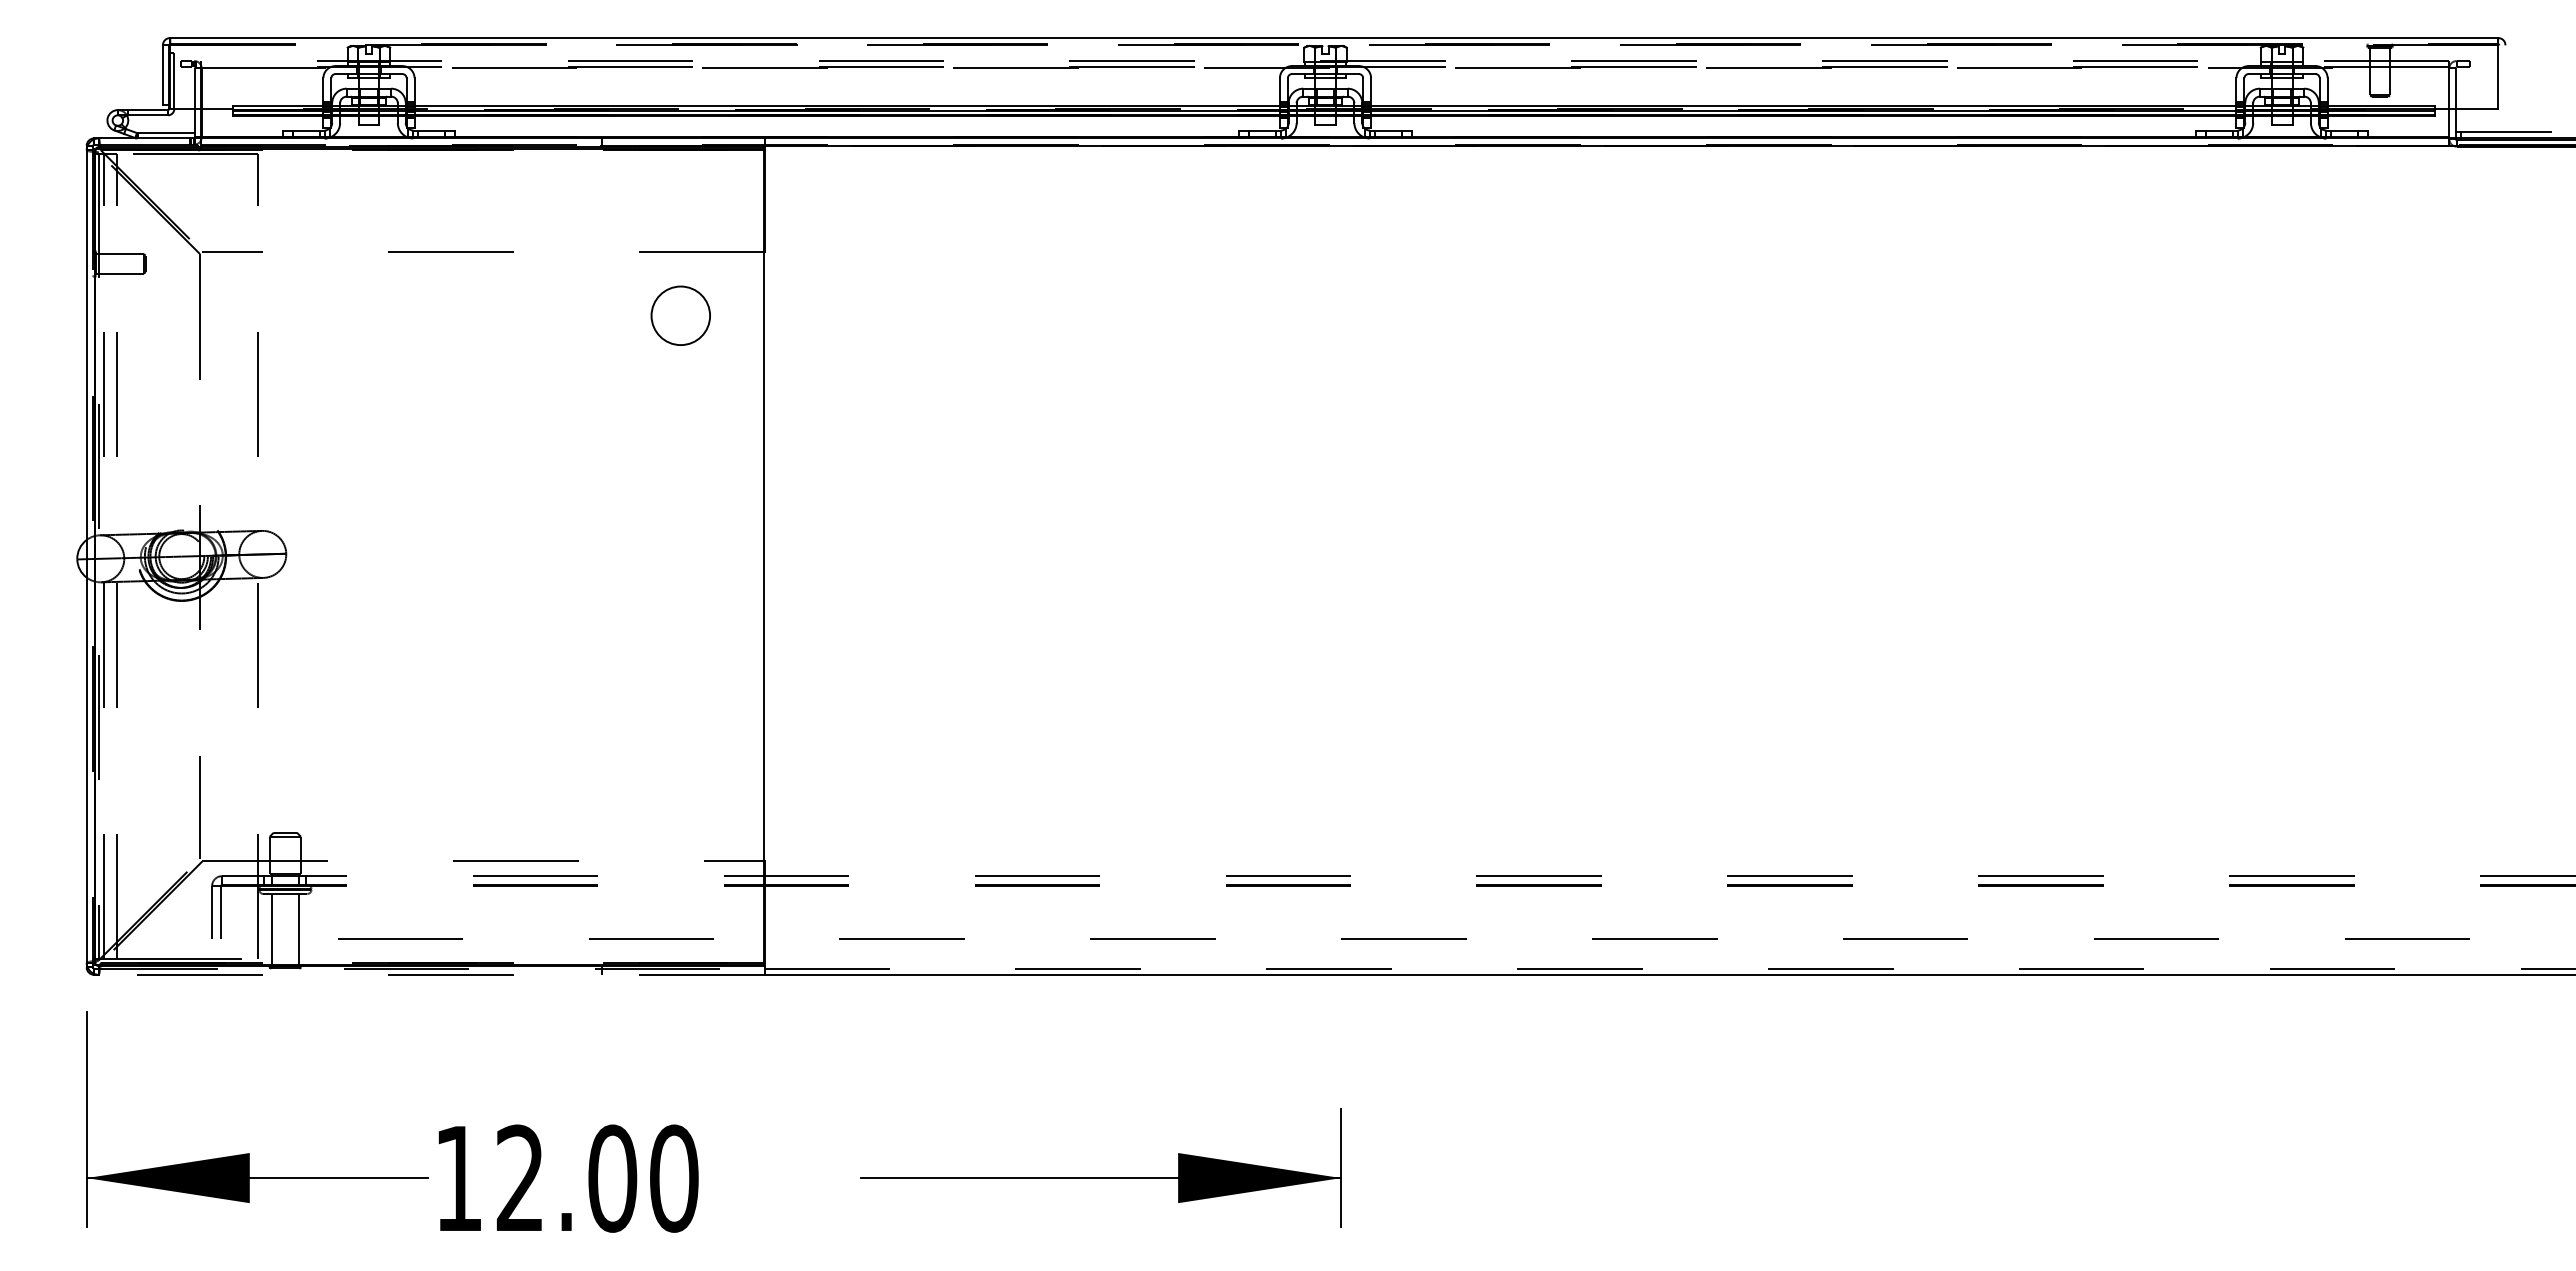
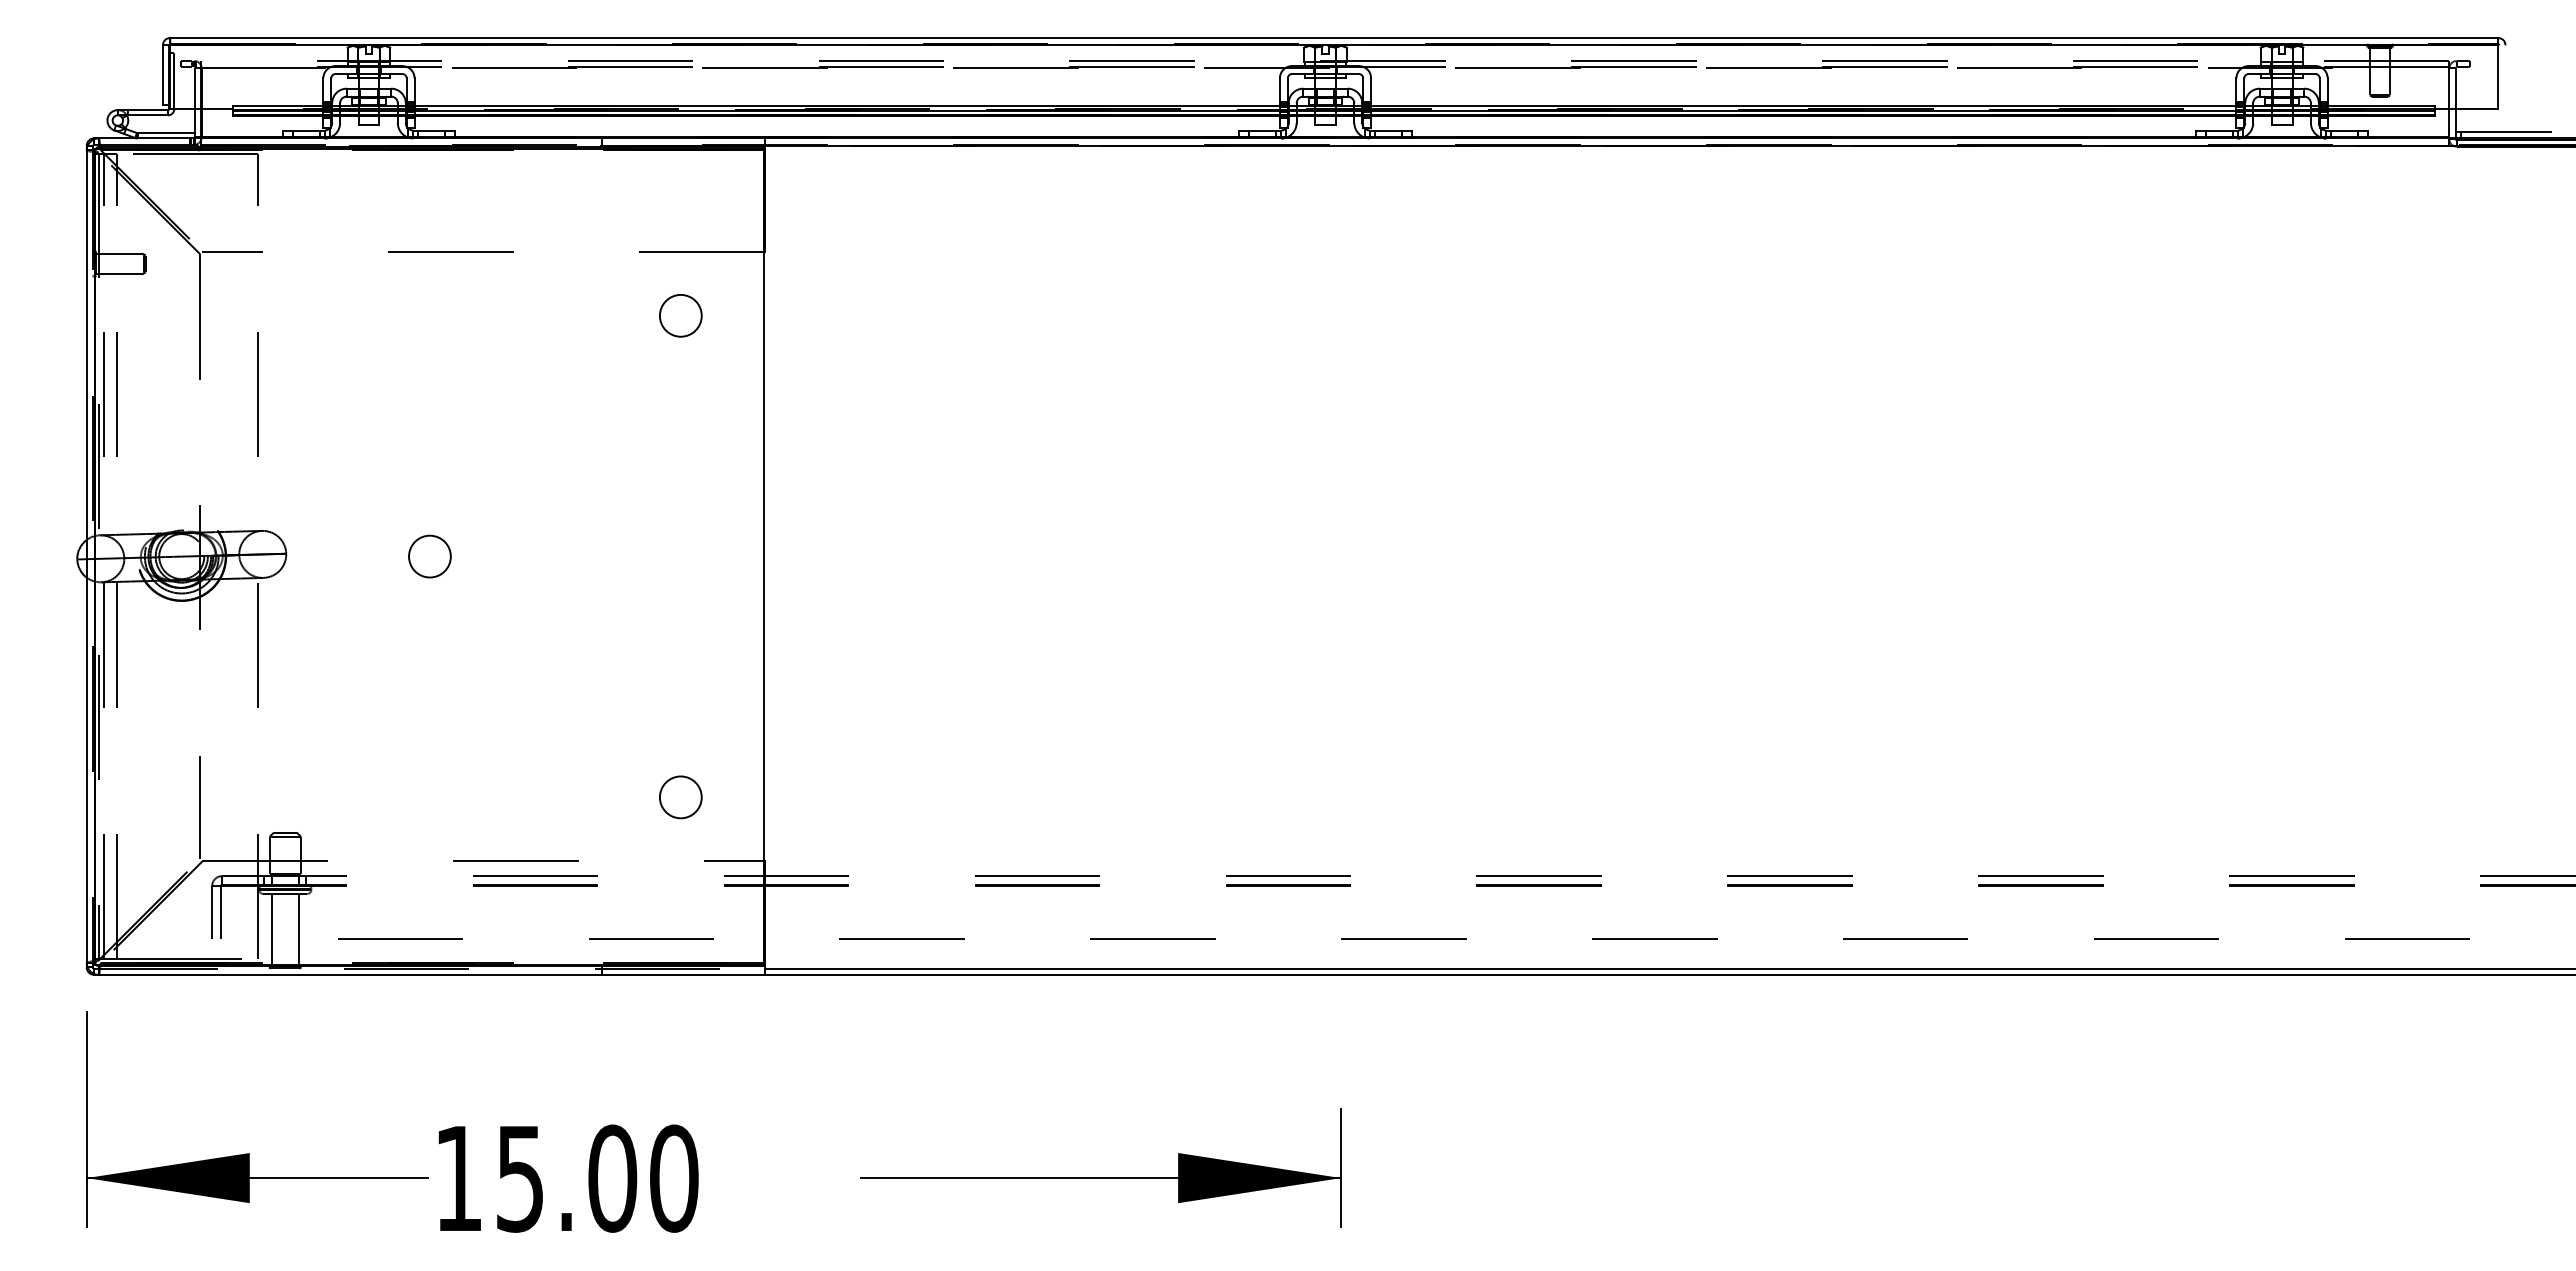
line at (1334, 45): dashed -> solid
circle at (680, 315) diameter: 59 px -> 42 px
circle at (429, 556): none -> present
circle at (680, 797): none -> present
line at (1670, 968): dashed -> solid
line at (431, 974): dashed -> solid
text at (519, 1178): 12.00 -> 15.00
